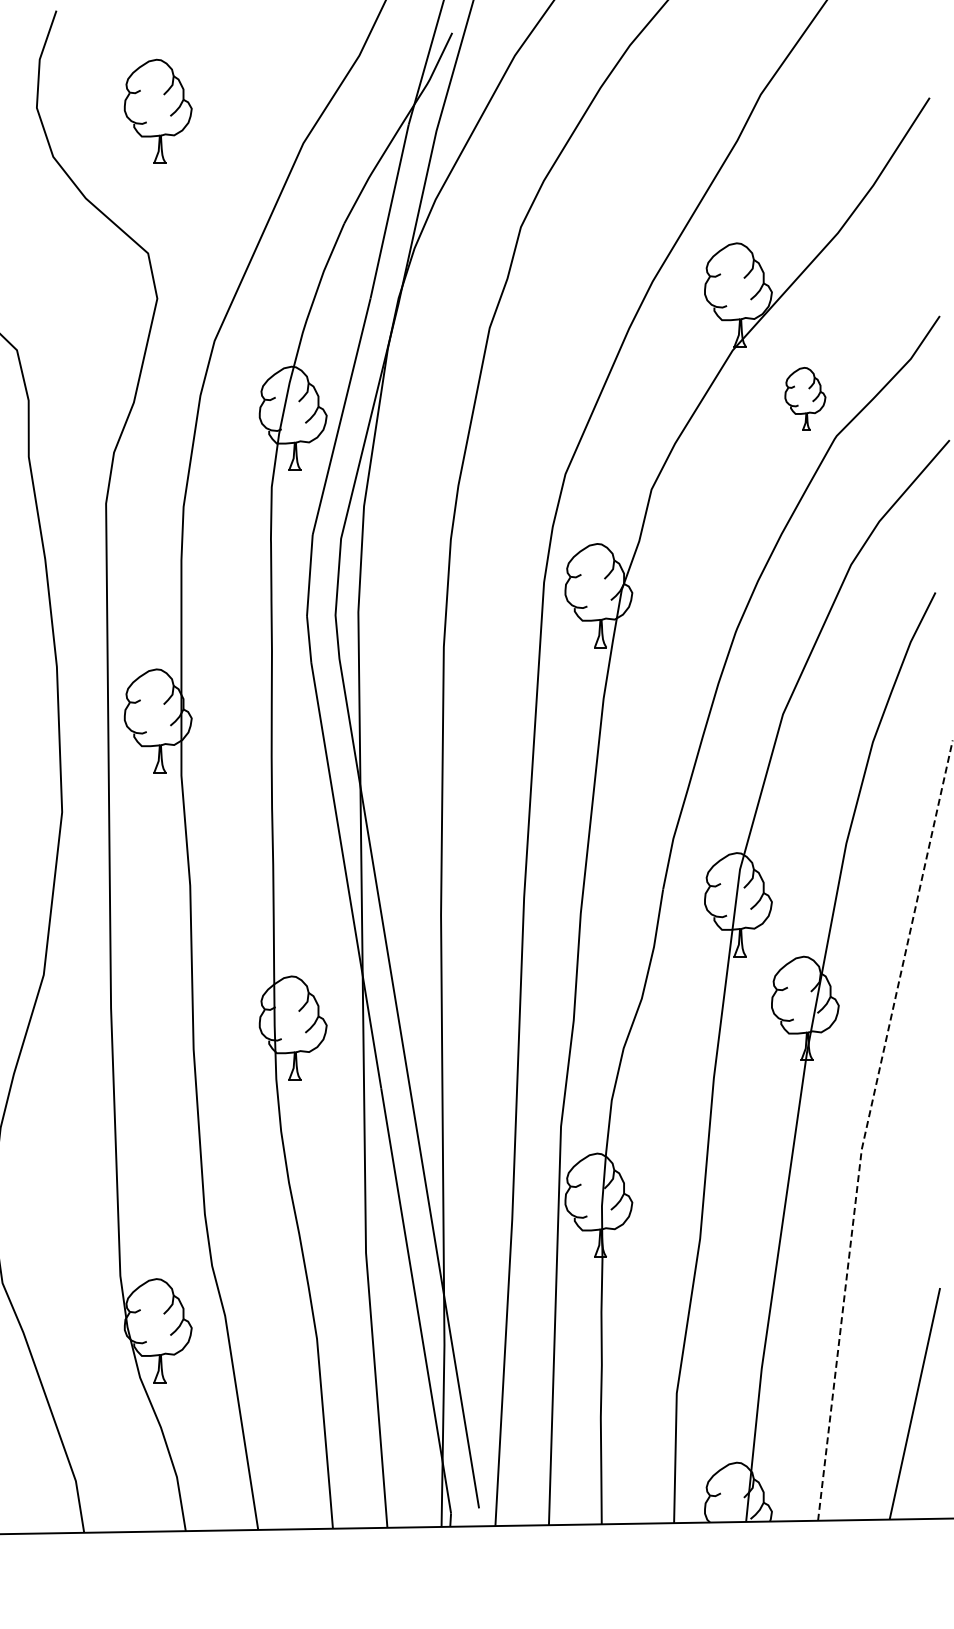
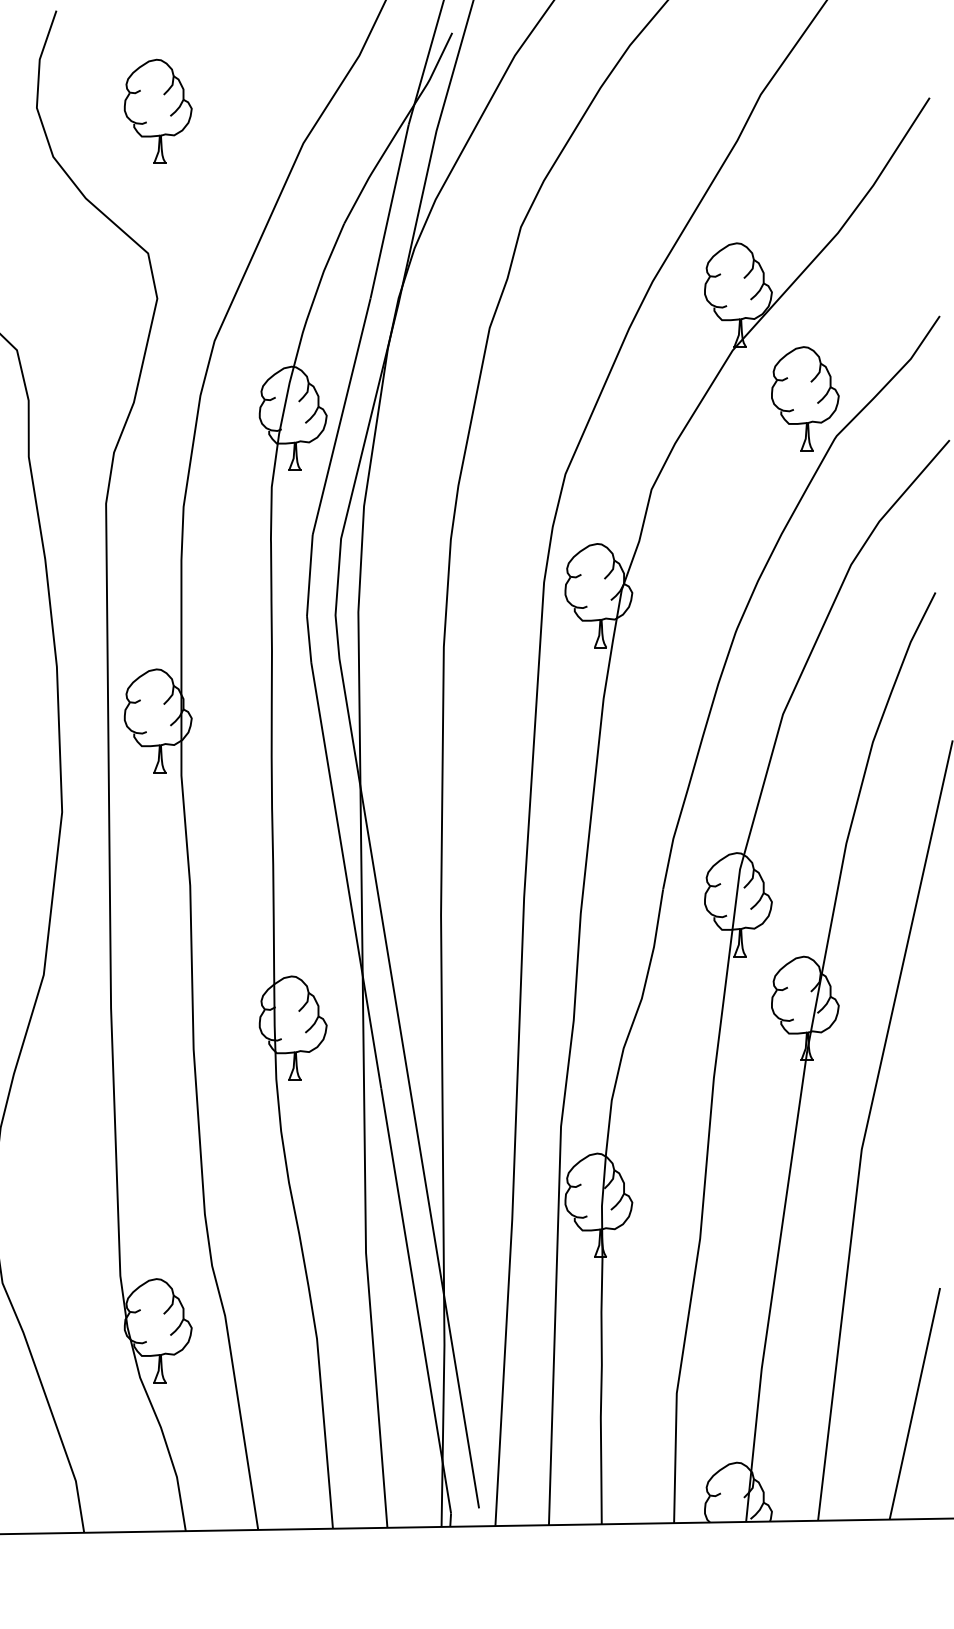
part at (805, 398) size: 43x64 px -> 69x106 px
line at (866, 1127): dashed -> solid
